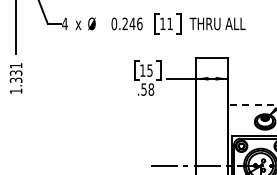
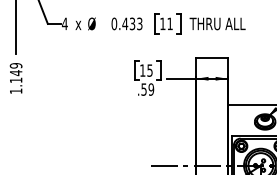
text at (132, 23): 0.246 -> 0.433
text at (15, 73): 1.331 -> 1.149
text at (151, 89): .58 -> .59
line at (251, 104): dashed -> solid
